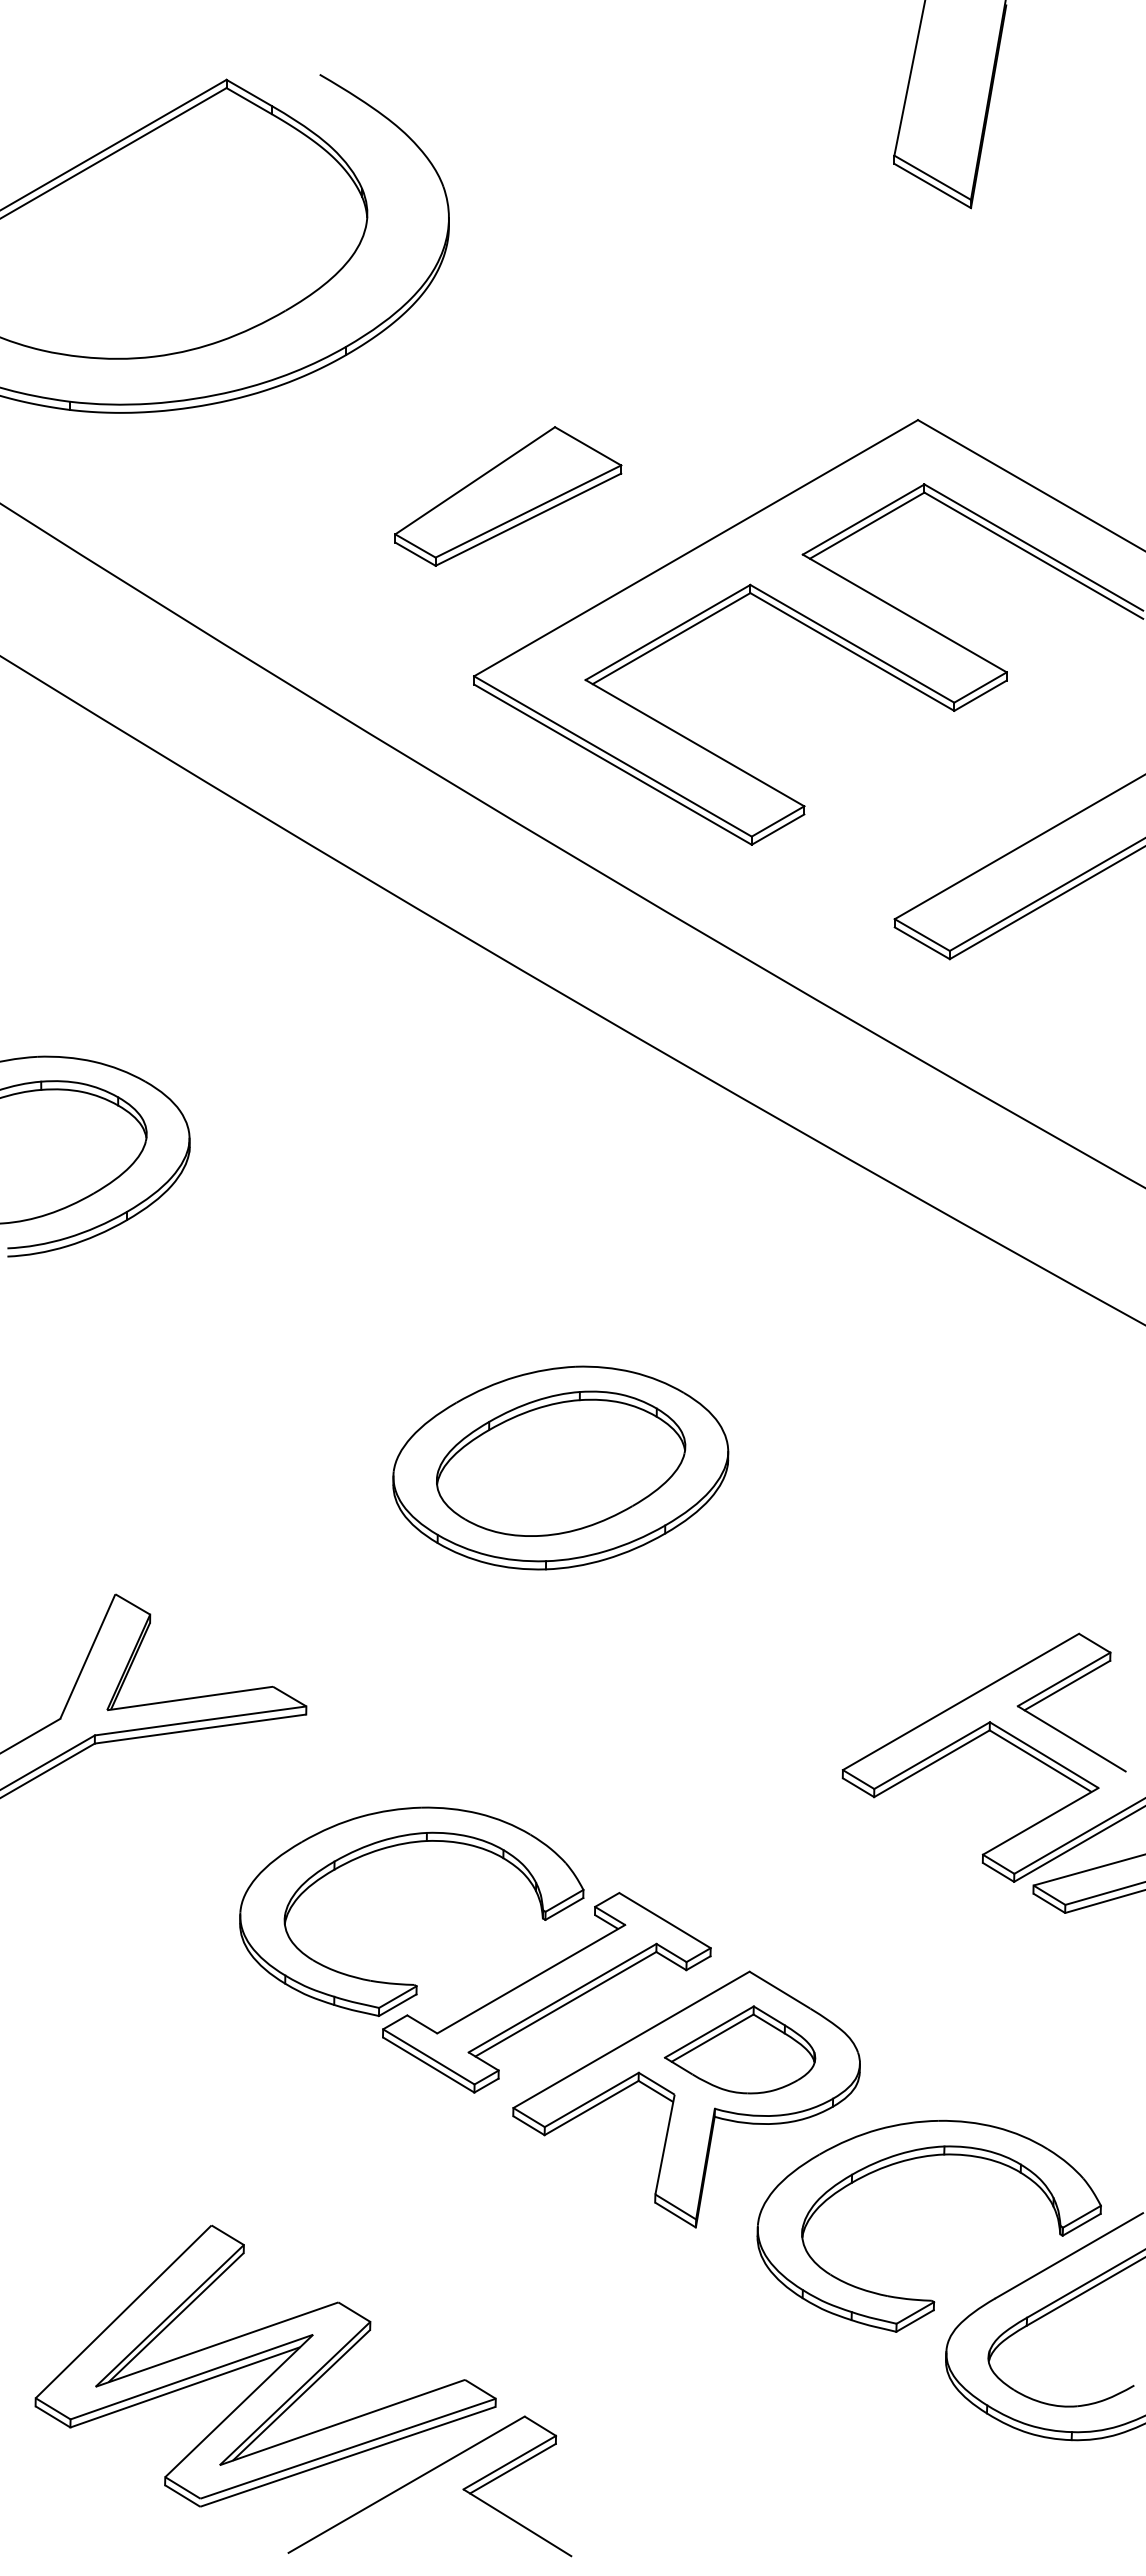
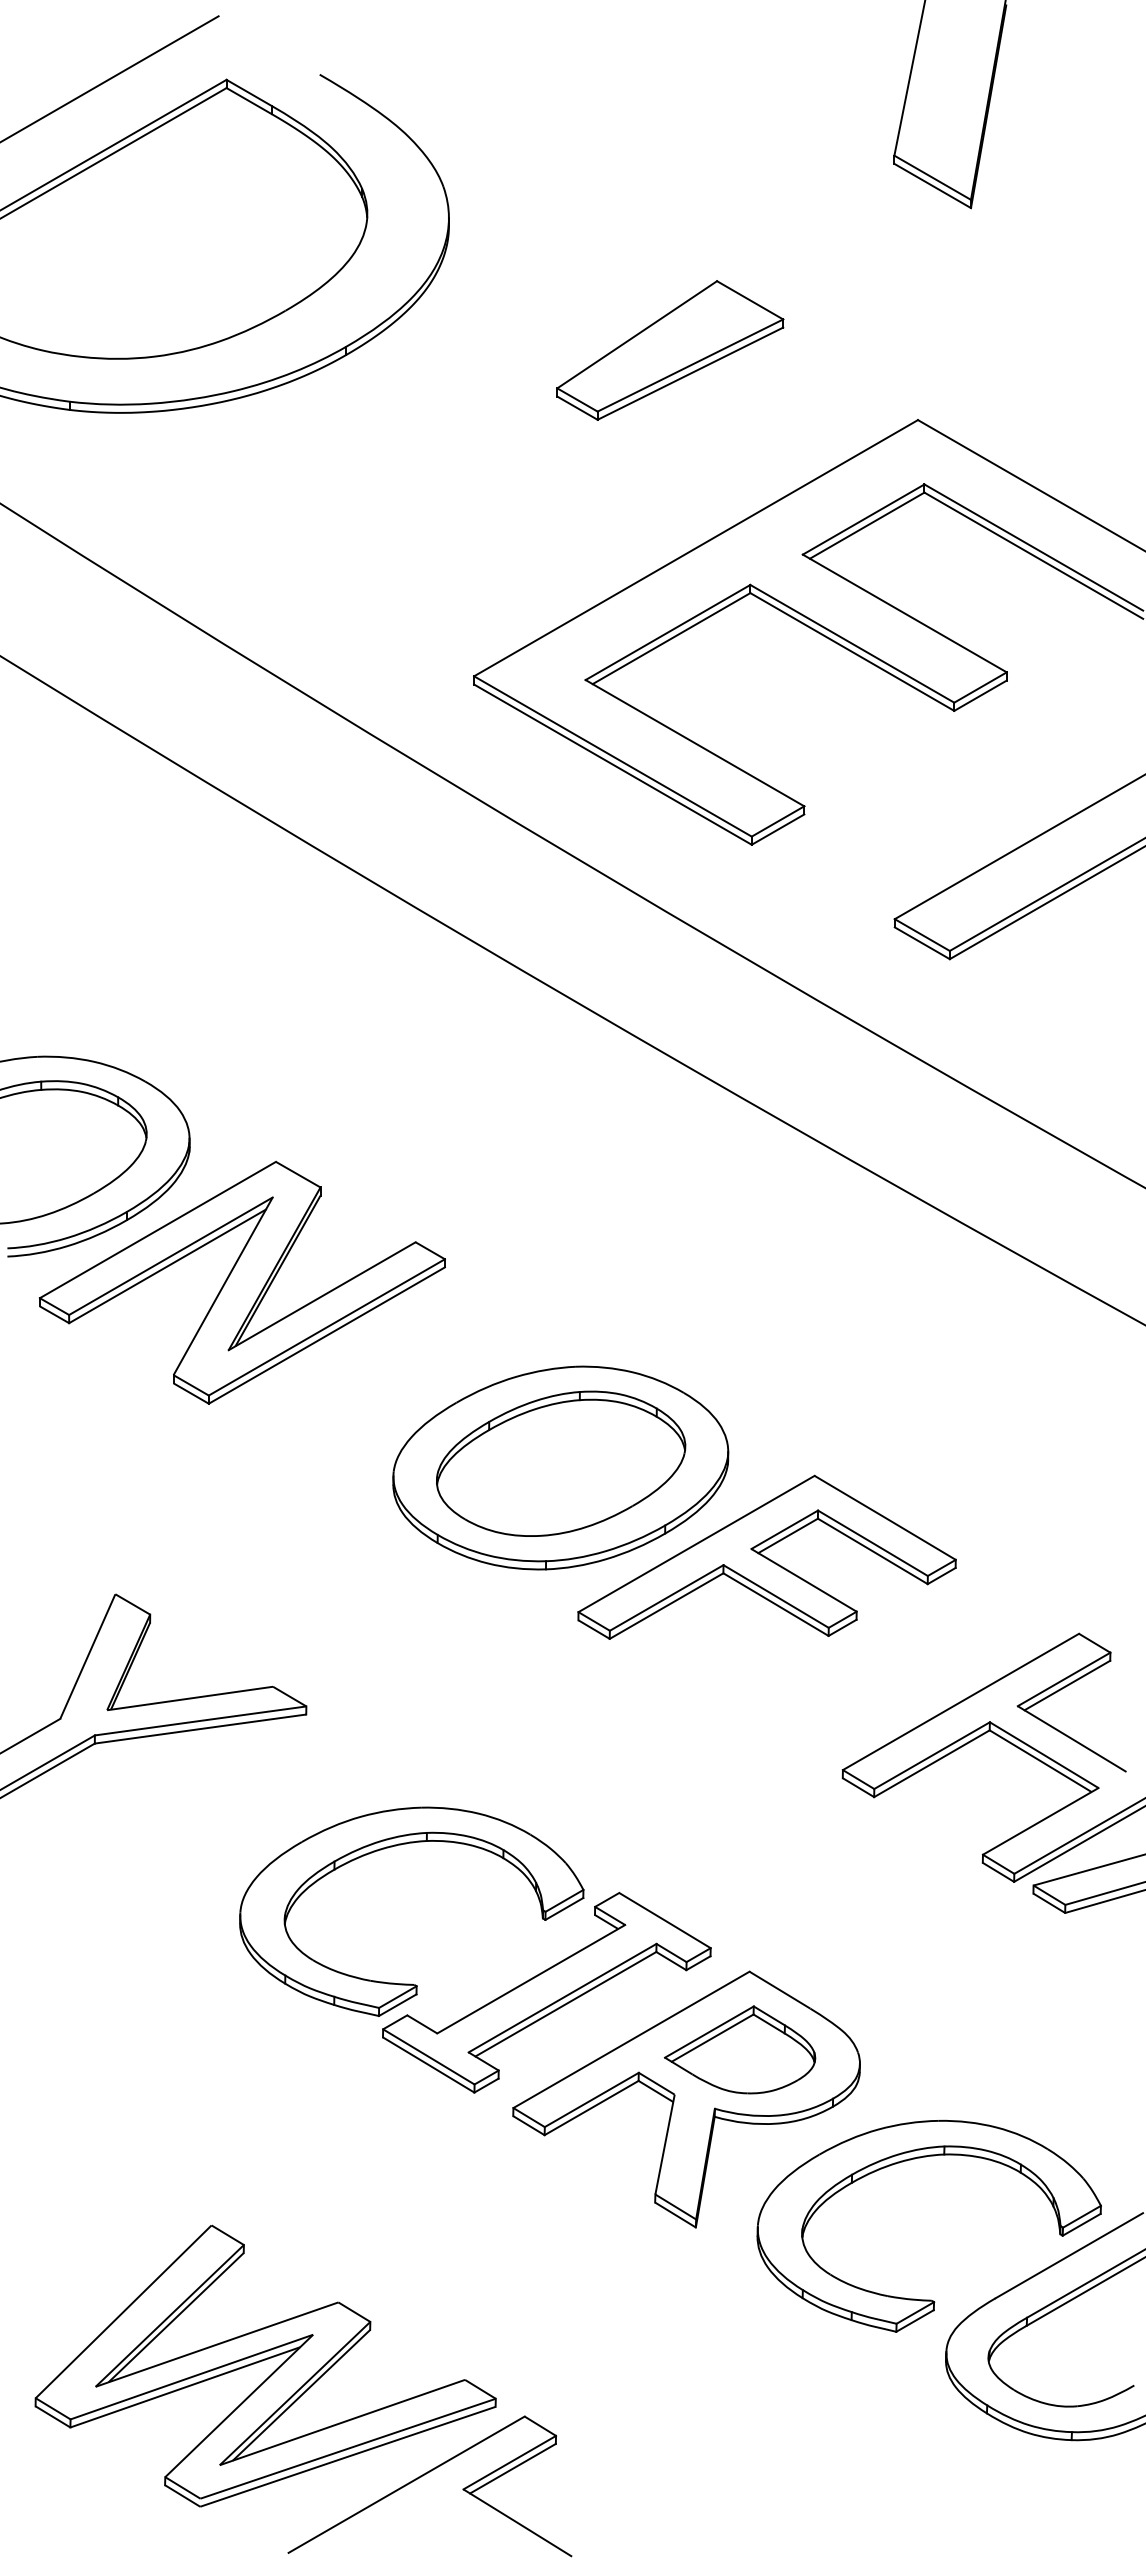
line at (110, 78): none -> present
part at (508, 496) position: (508, 496) -> (670, 350)
part at (242, 1282): none -> present
part at (766, 1556): none -> present
